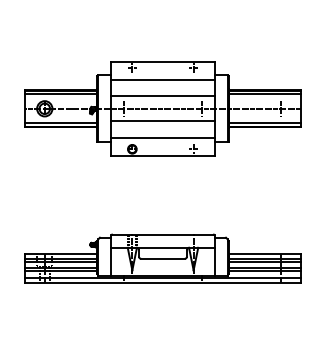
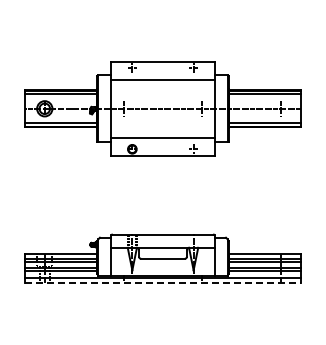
line at (162, 96): present -> none
line at (162, 121): present -> none
line at (162, 282): solid -> dashed
